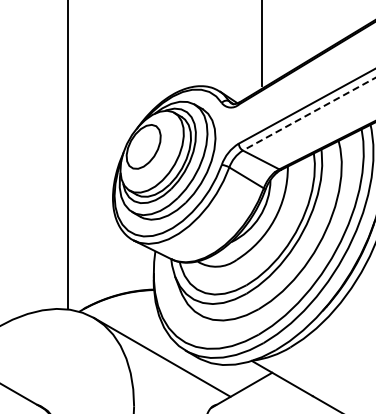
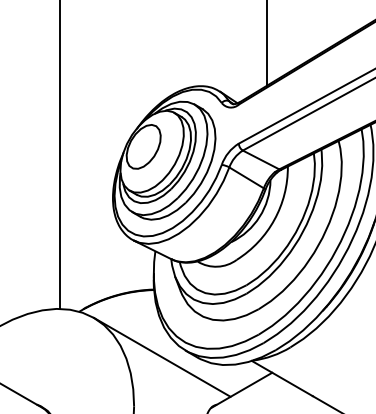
line at (262, 43) position: (262, 43) -> (267, 43)
line at (309, 114): dashed -> solid
line at (67, 155) position: (67, 155) -> (59, 155)
